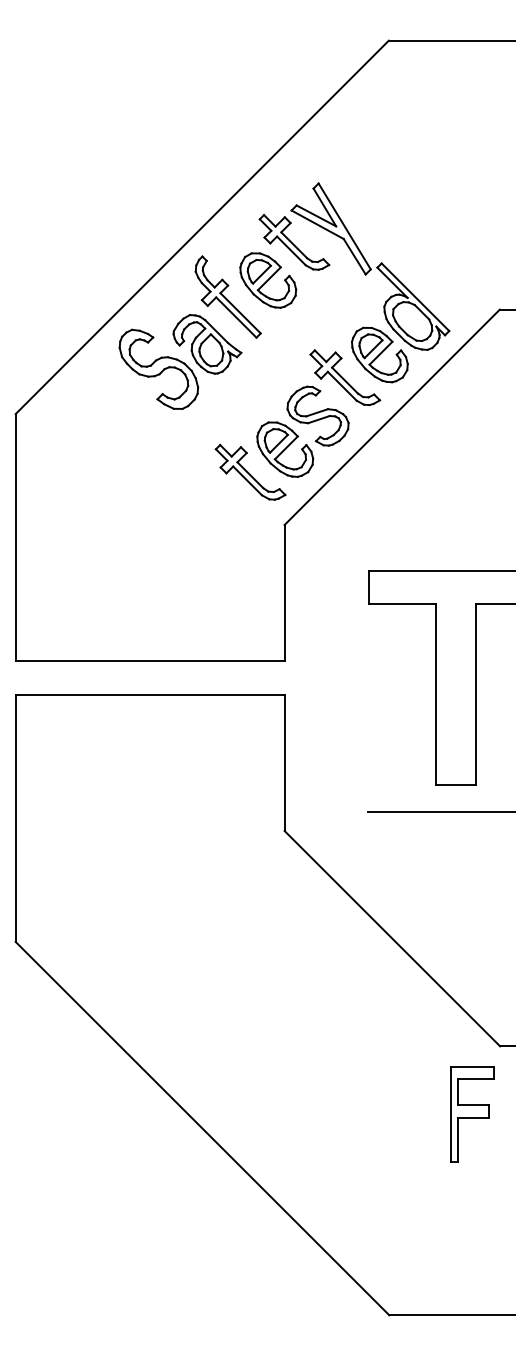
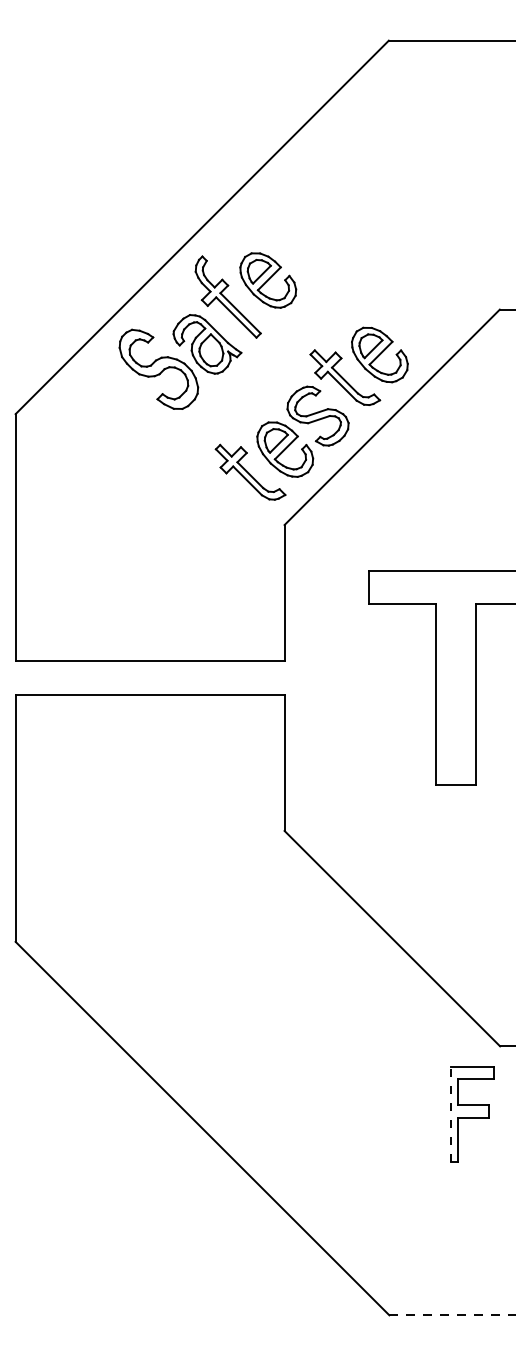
part at (354, 266): present -> none
line at (440, 811): present -> none
line at (450, 1114): solid -> dashed
line at (452, 1315): solid -> dashed
